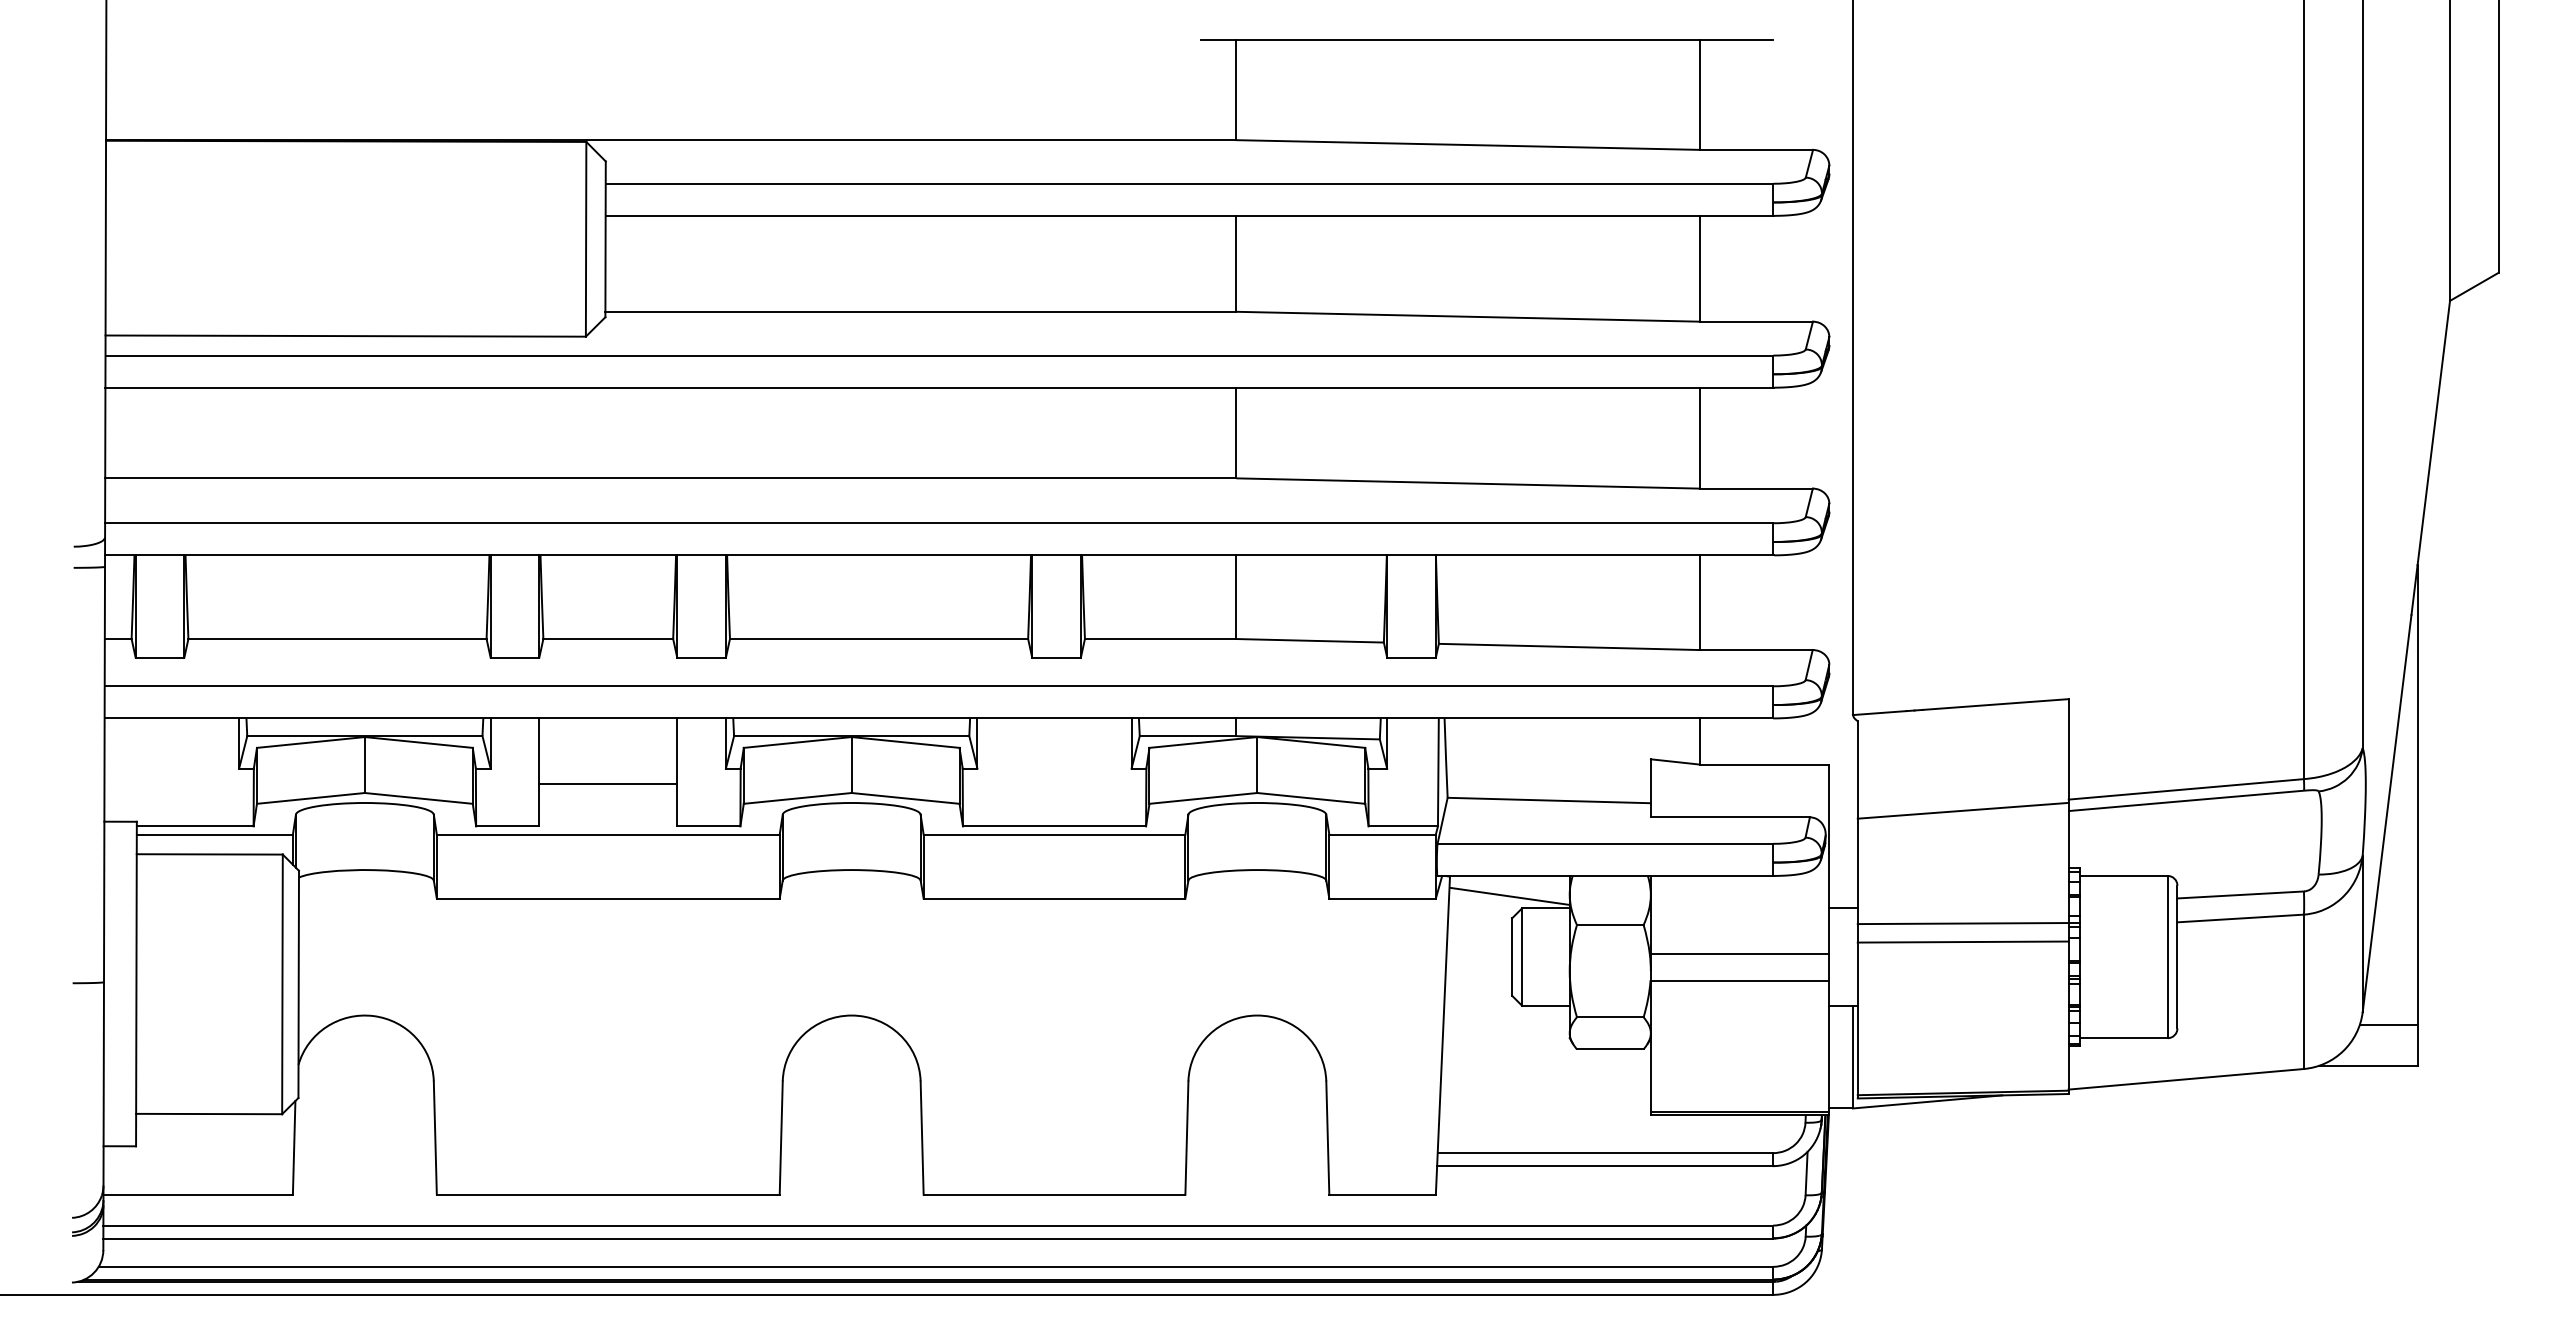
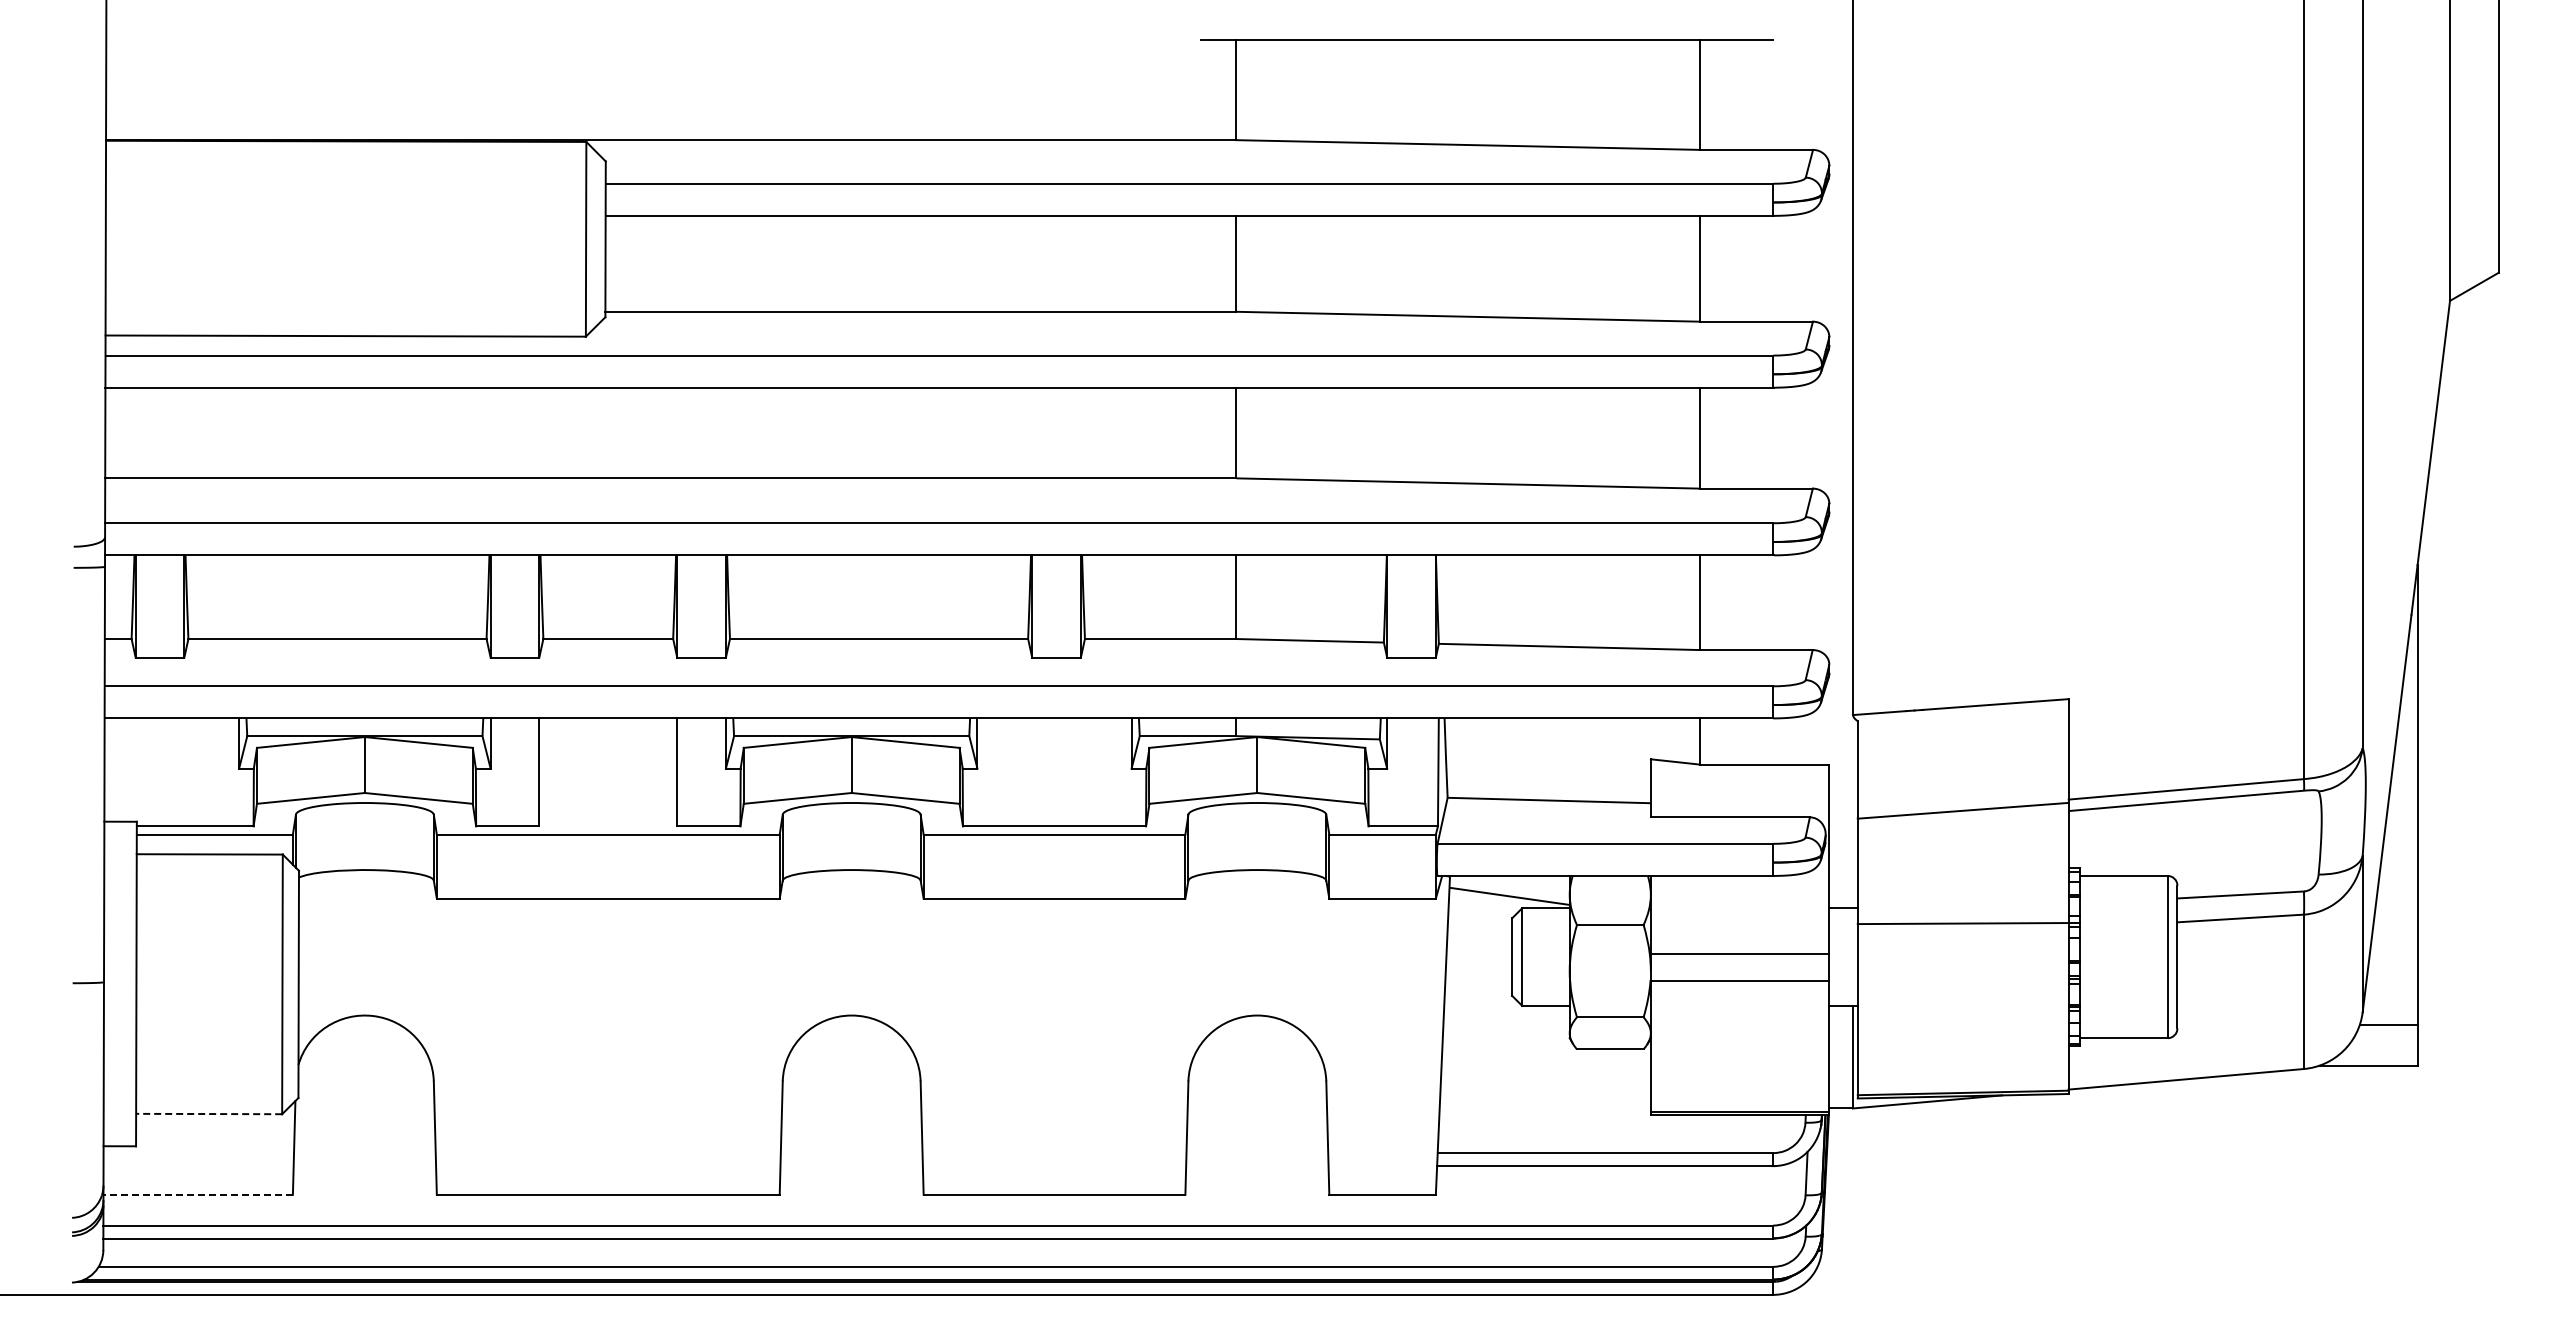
line at (608, 784): present -> none
line at (1962, 941): present -> none
line at (208, 1114): solid -> dashed
line at (198, 1194): solid -> dashed
